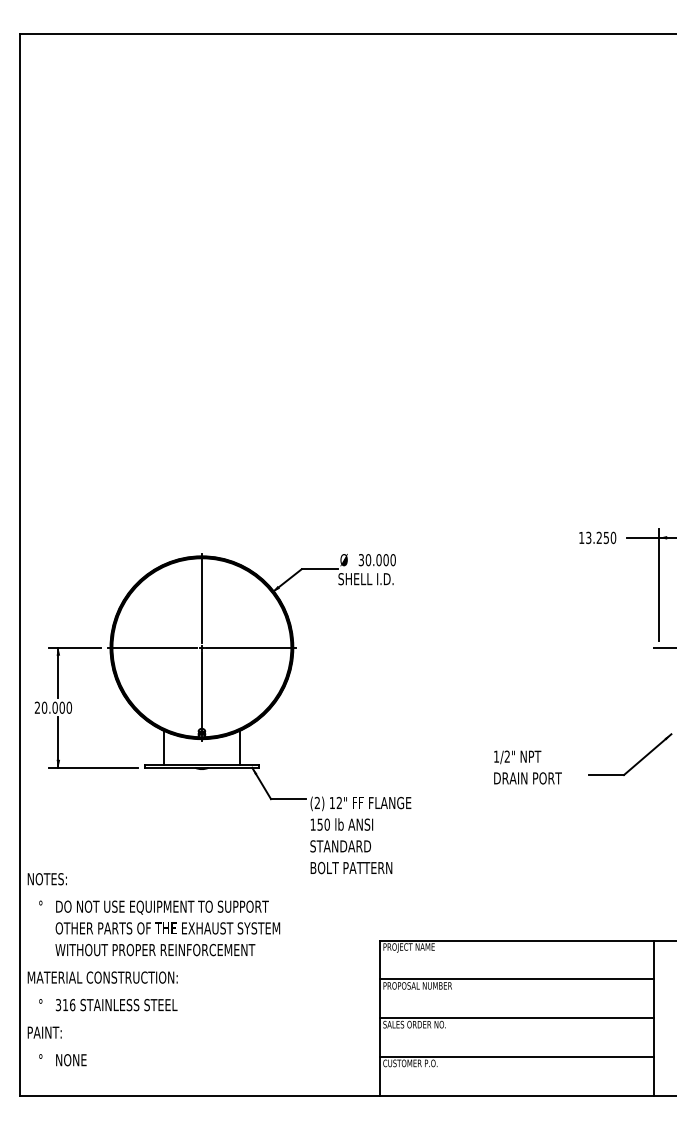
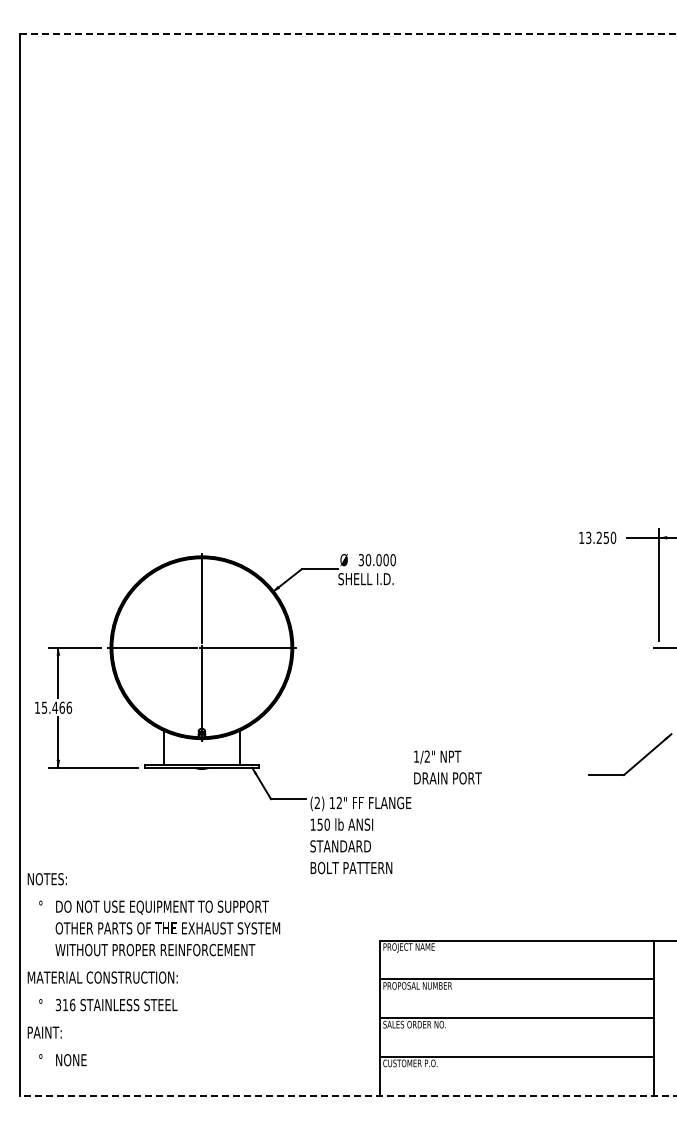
line at (349, 33): solid -> dashed
text at (53, 707): 20.000 -> 15.466
text at (527, 767) position: (527, 767) -> (447, 767)
line at (348, 1096): solid -> dashed
